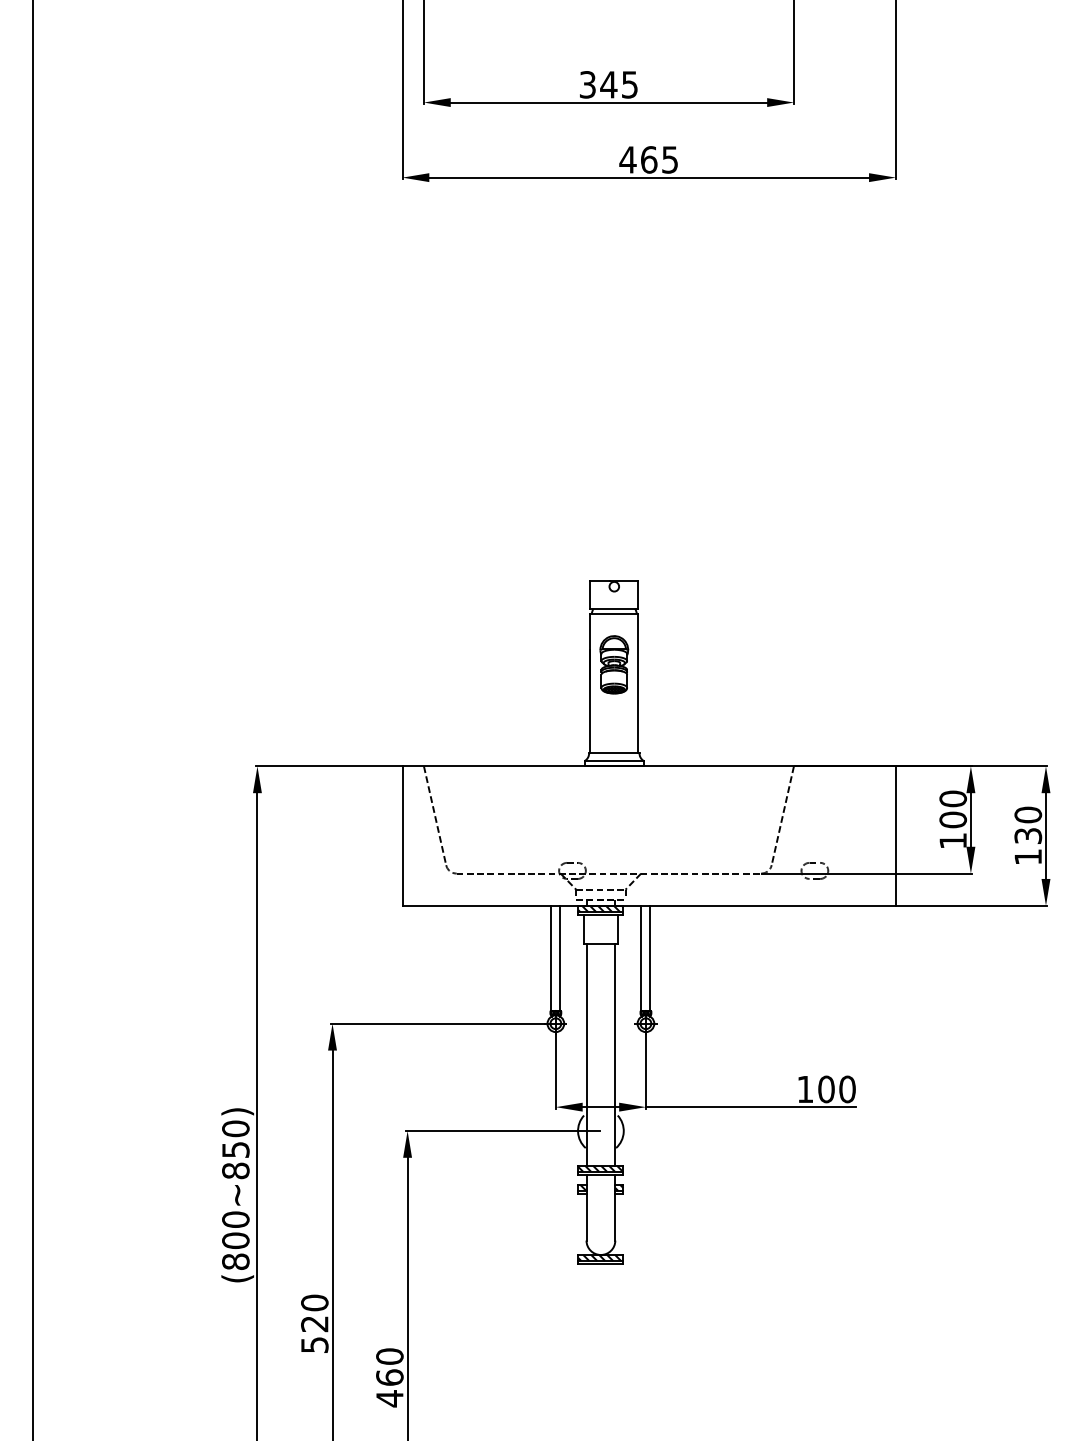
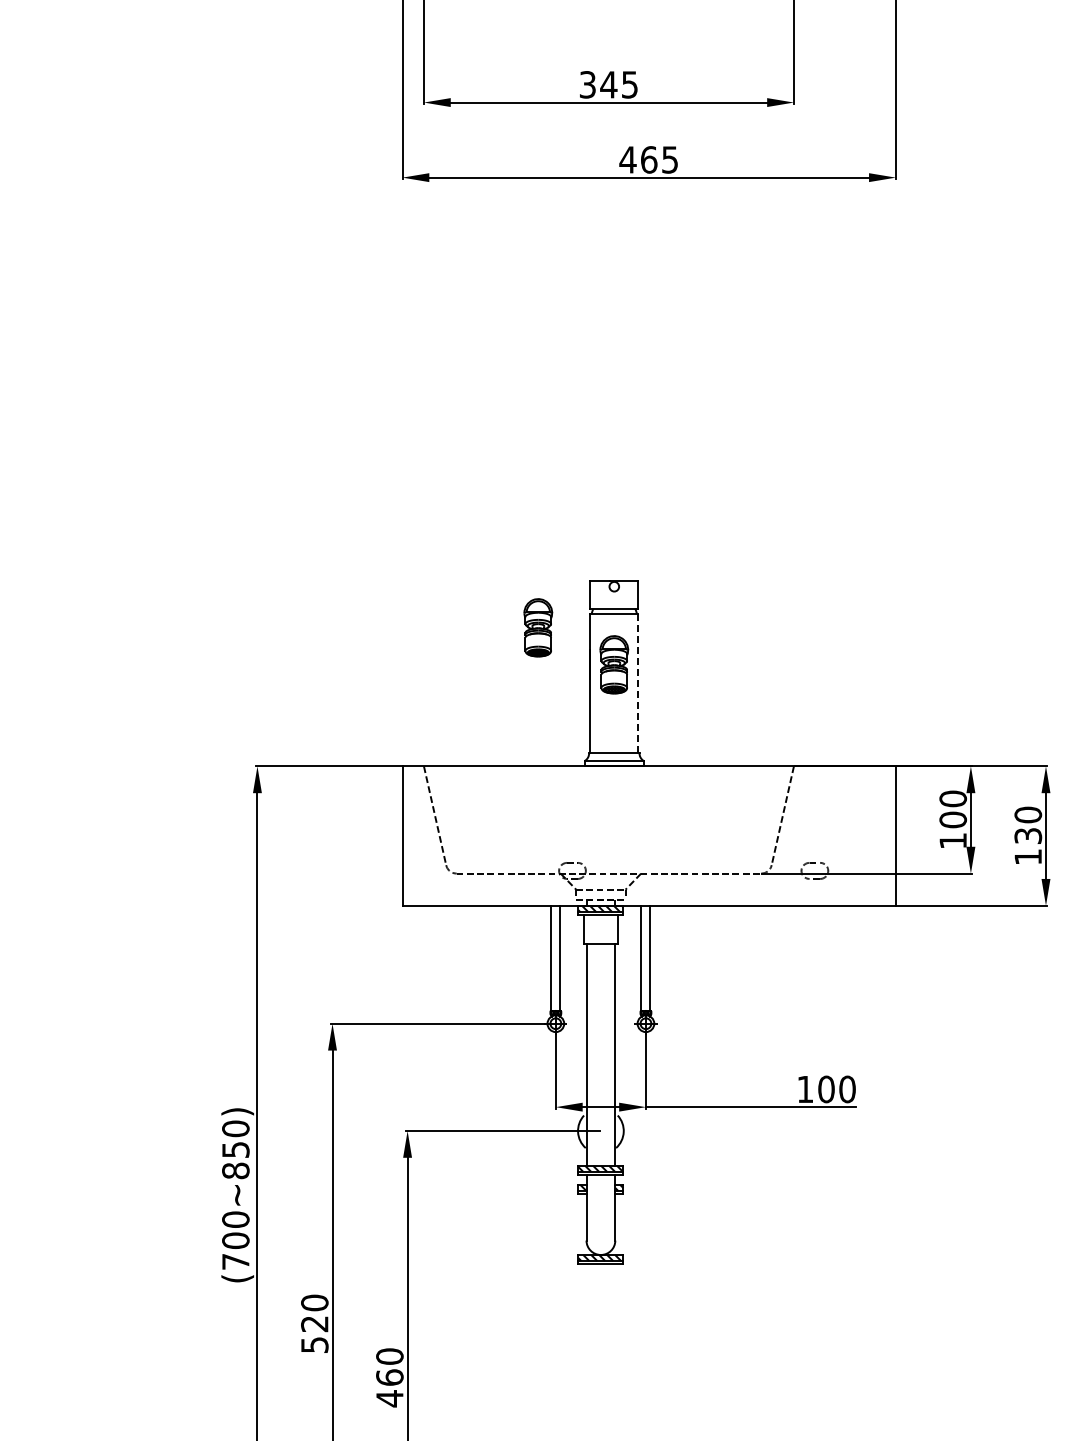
part at (538, 627): none -> present
line at (638, 683): solid -> dashed
line at (32, 719): present -> none
text at (235, 1261): (800~850) -> (700~850)
